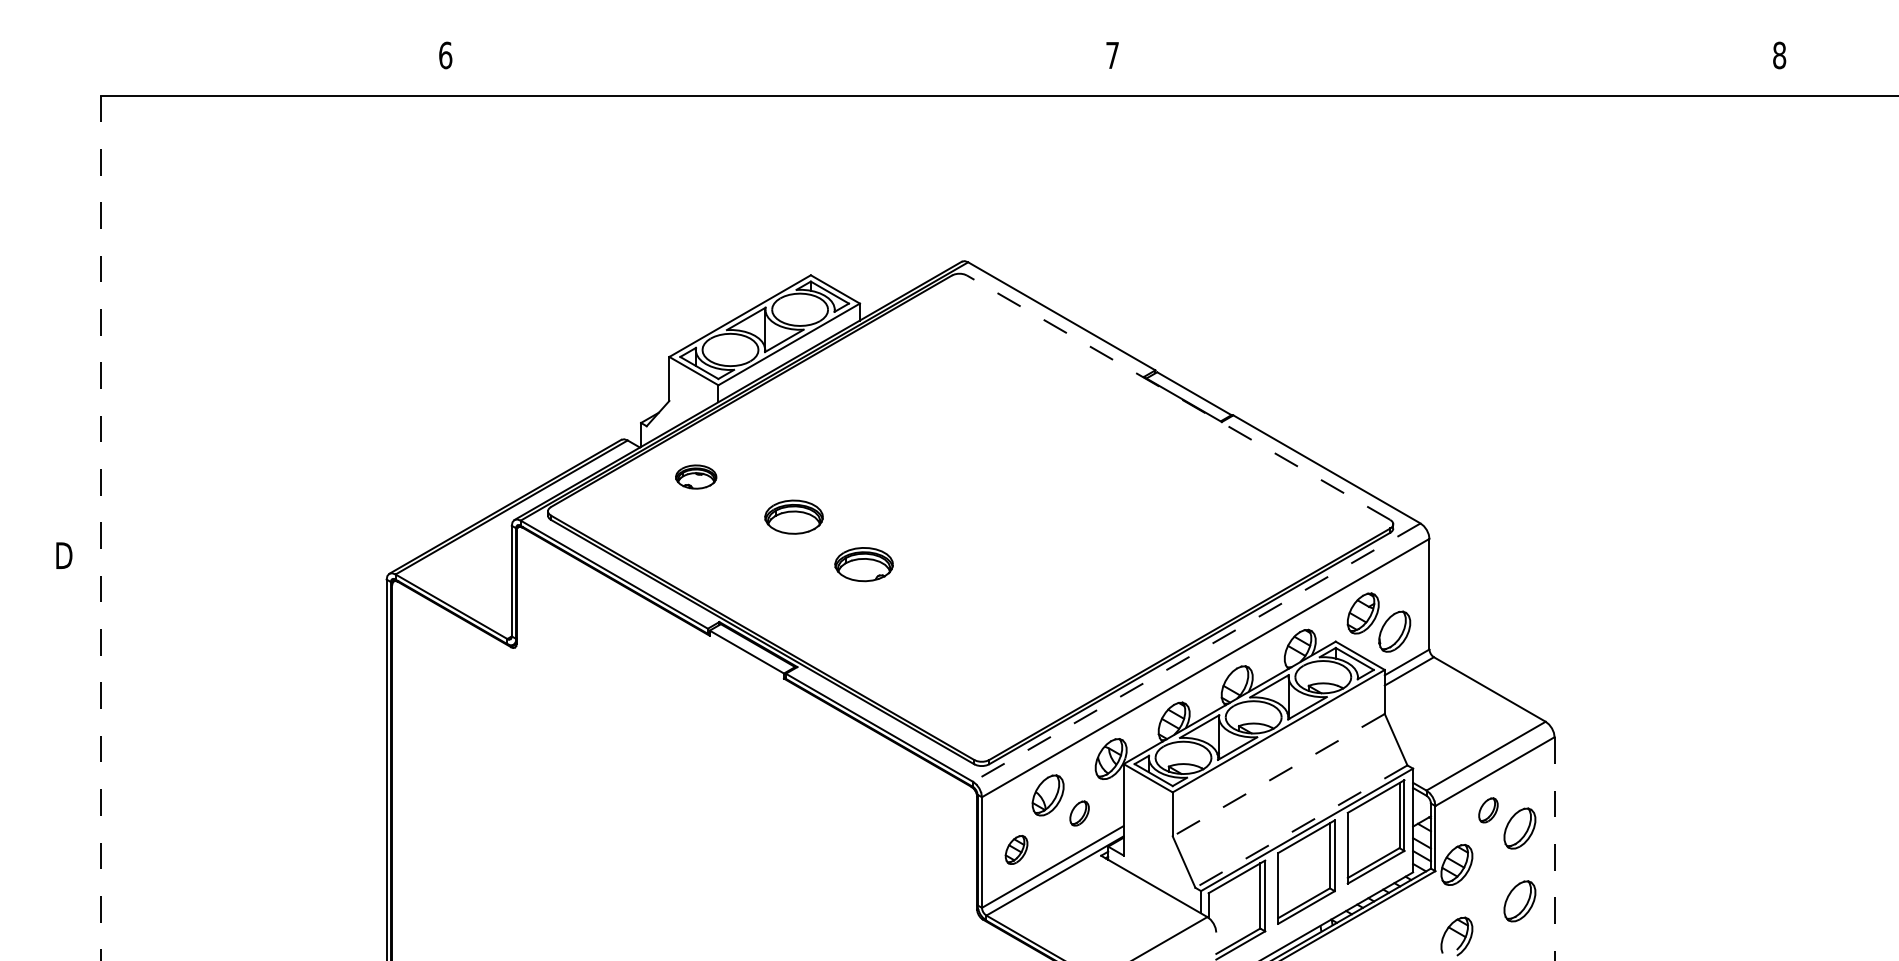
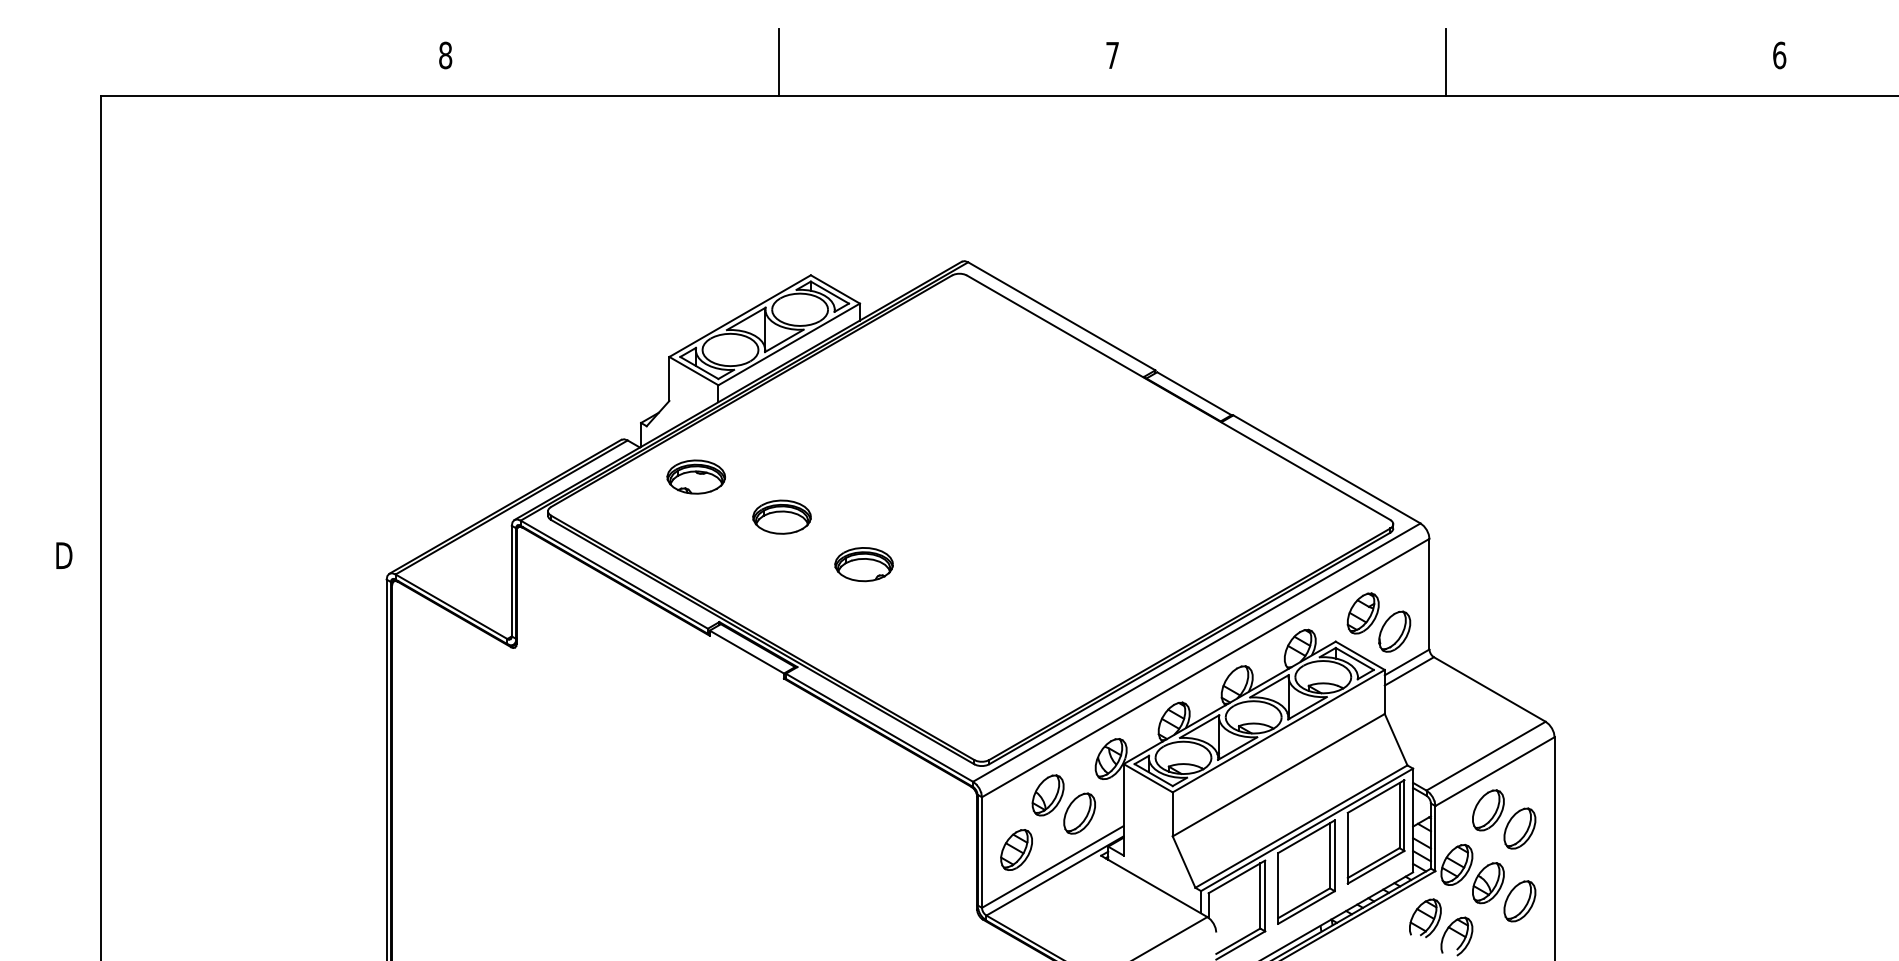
text at (445, 55): 6 -> 8
text at (1779, 55): 8 -> 6
line at (779, 61): none -> present
line at (1446, 61): none -> present
line at (1178, 397): dashed -> solid
part at (696, 476) size: 43x26 px -> 60x36 px
part at (793, 516) position: (793, 516) -> (781, 516)
line at (100, 528): dashed -> solid
line at (1196, 652): dashed -> solid
line at (1278, 775): dashed -> solid
part at (1488, 810) size: 21x27 px -> 33x43 px
part at (1079, 813) size: 21x27 px -> 33x43 px
line at (1301, 826): dashed -> solid
part at (1016, 849) size: 25x30 px -> 33x42 px
line at (1554, 849): dashed -> solid
part at (1488, 883): none -> present
part at (1425, 918): none -> present
